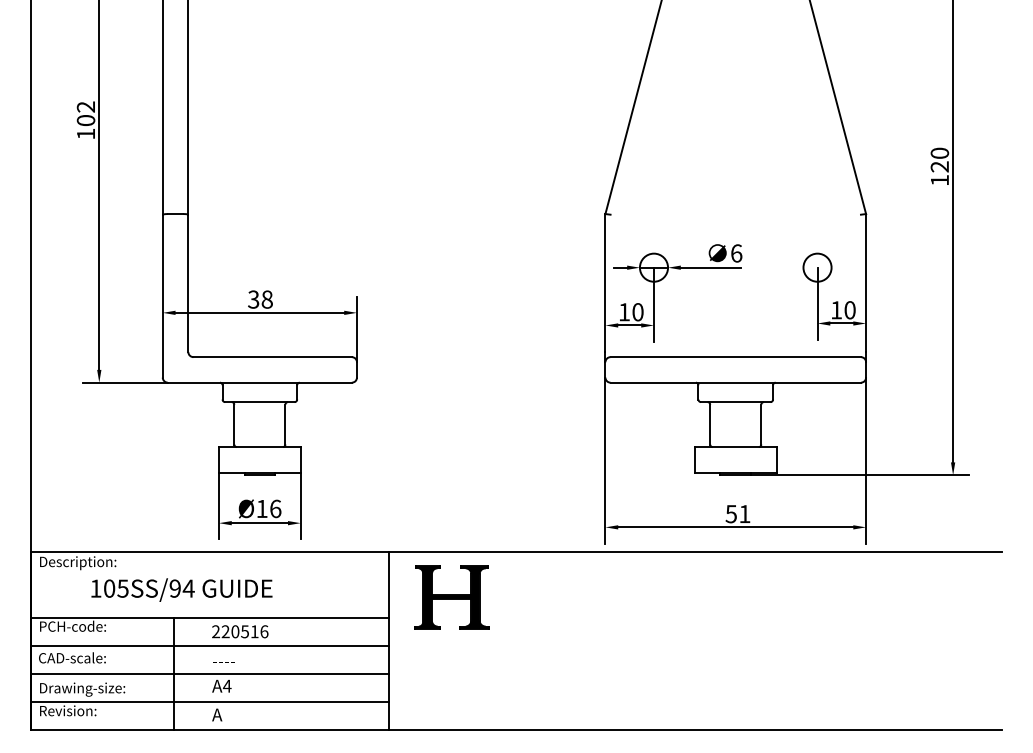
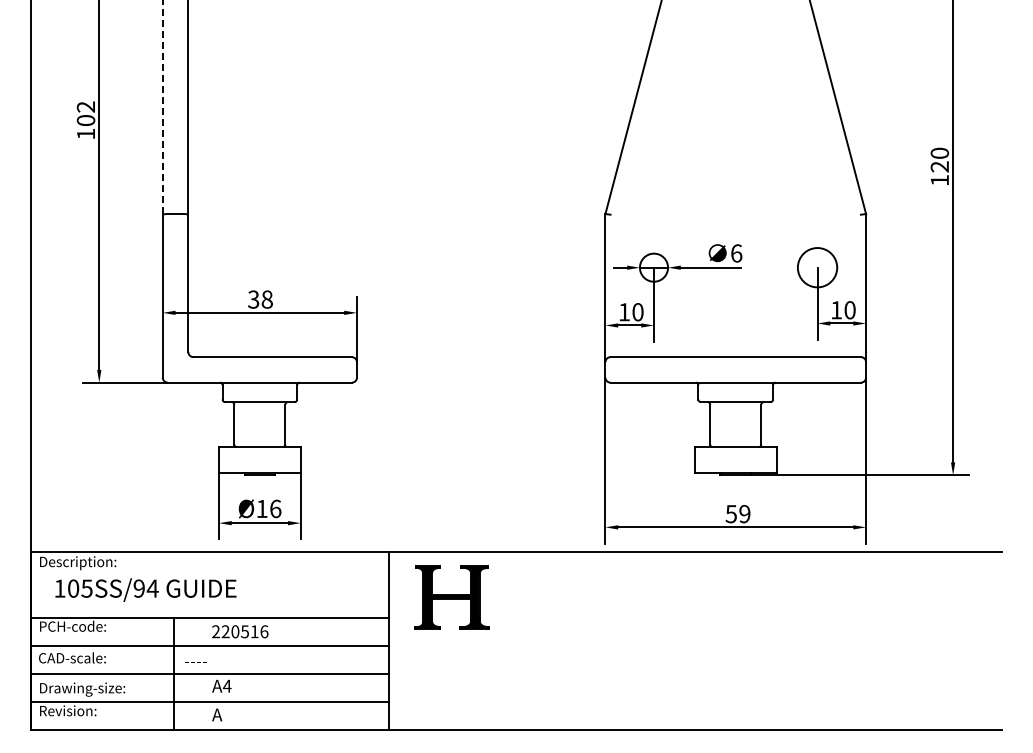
line at (162, 107): solid -> dashed
circle at (817, 267) diameter: 28 px -> 39 px
text at (744, 513): 51 -> 59
text at (181, 589) position: (181, 589) -> (145, 589)
text at (223, 662) position: (223, 662) -> (195, 662)
